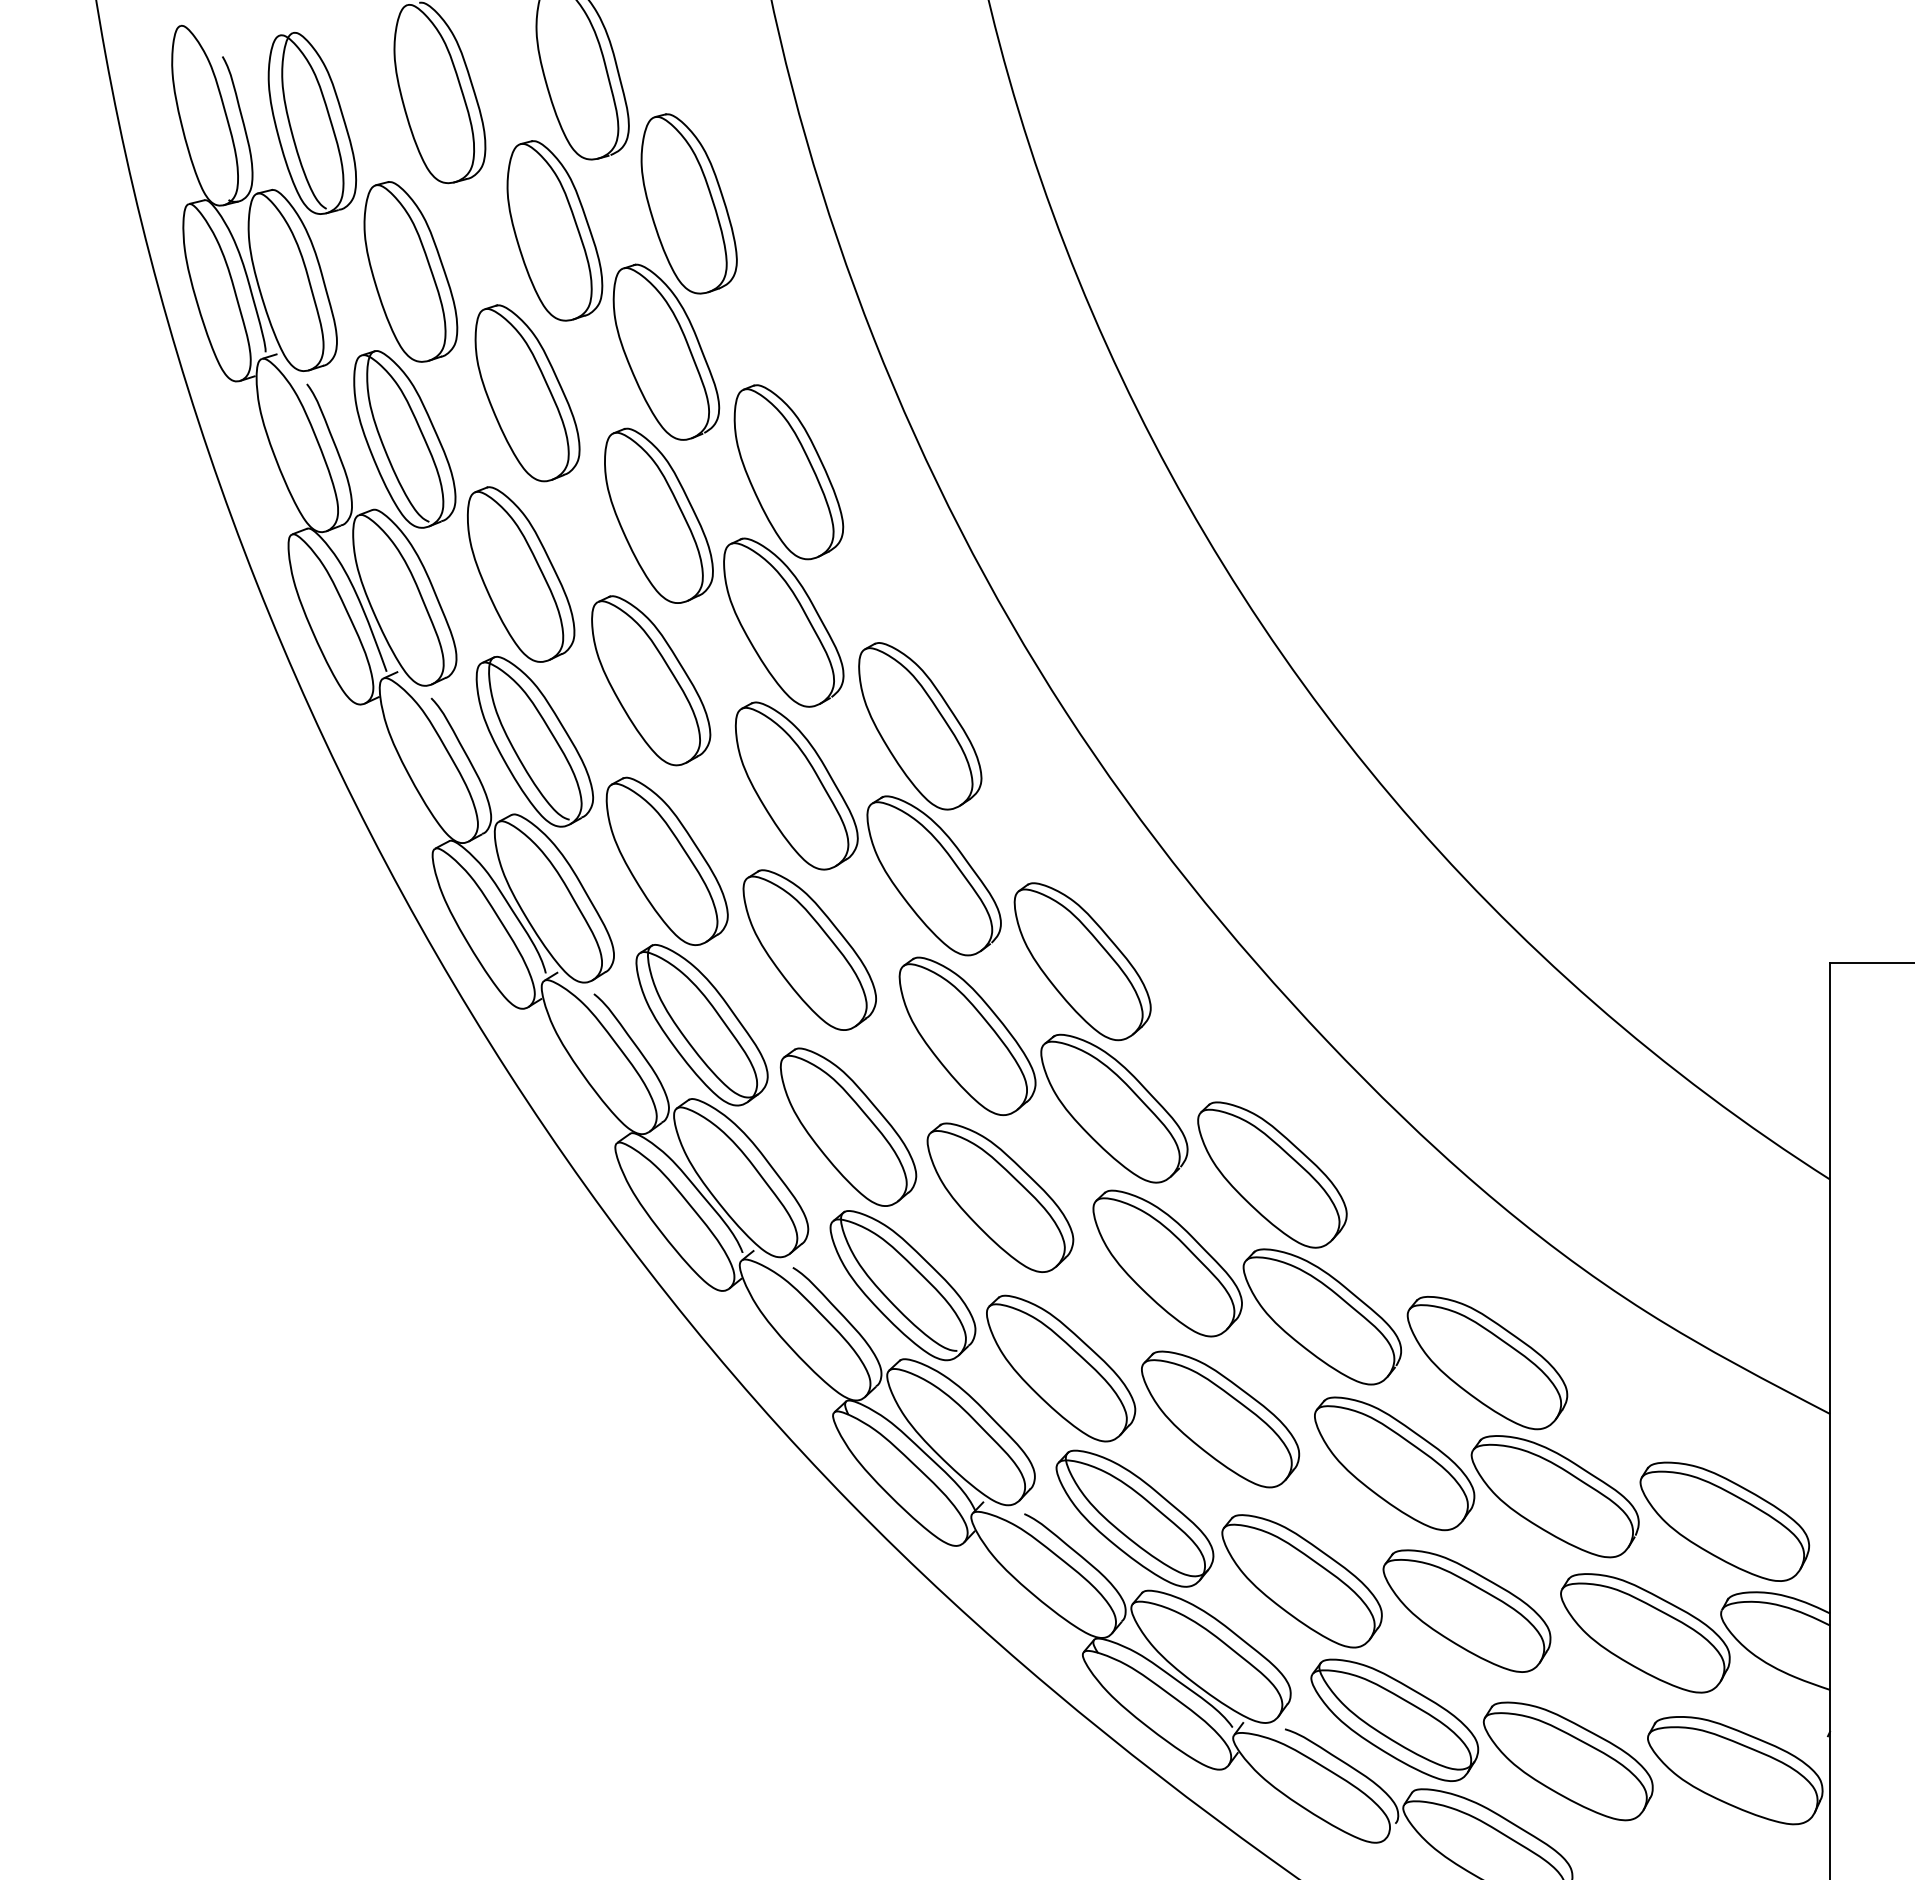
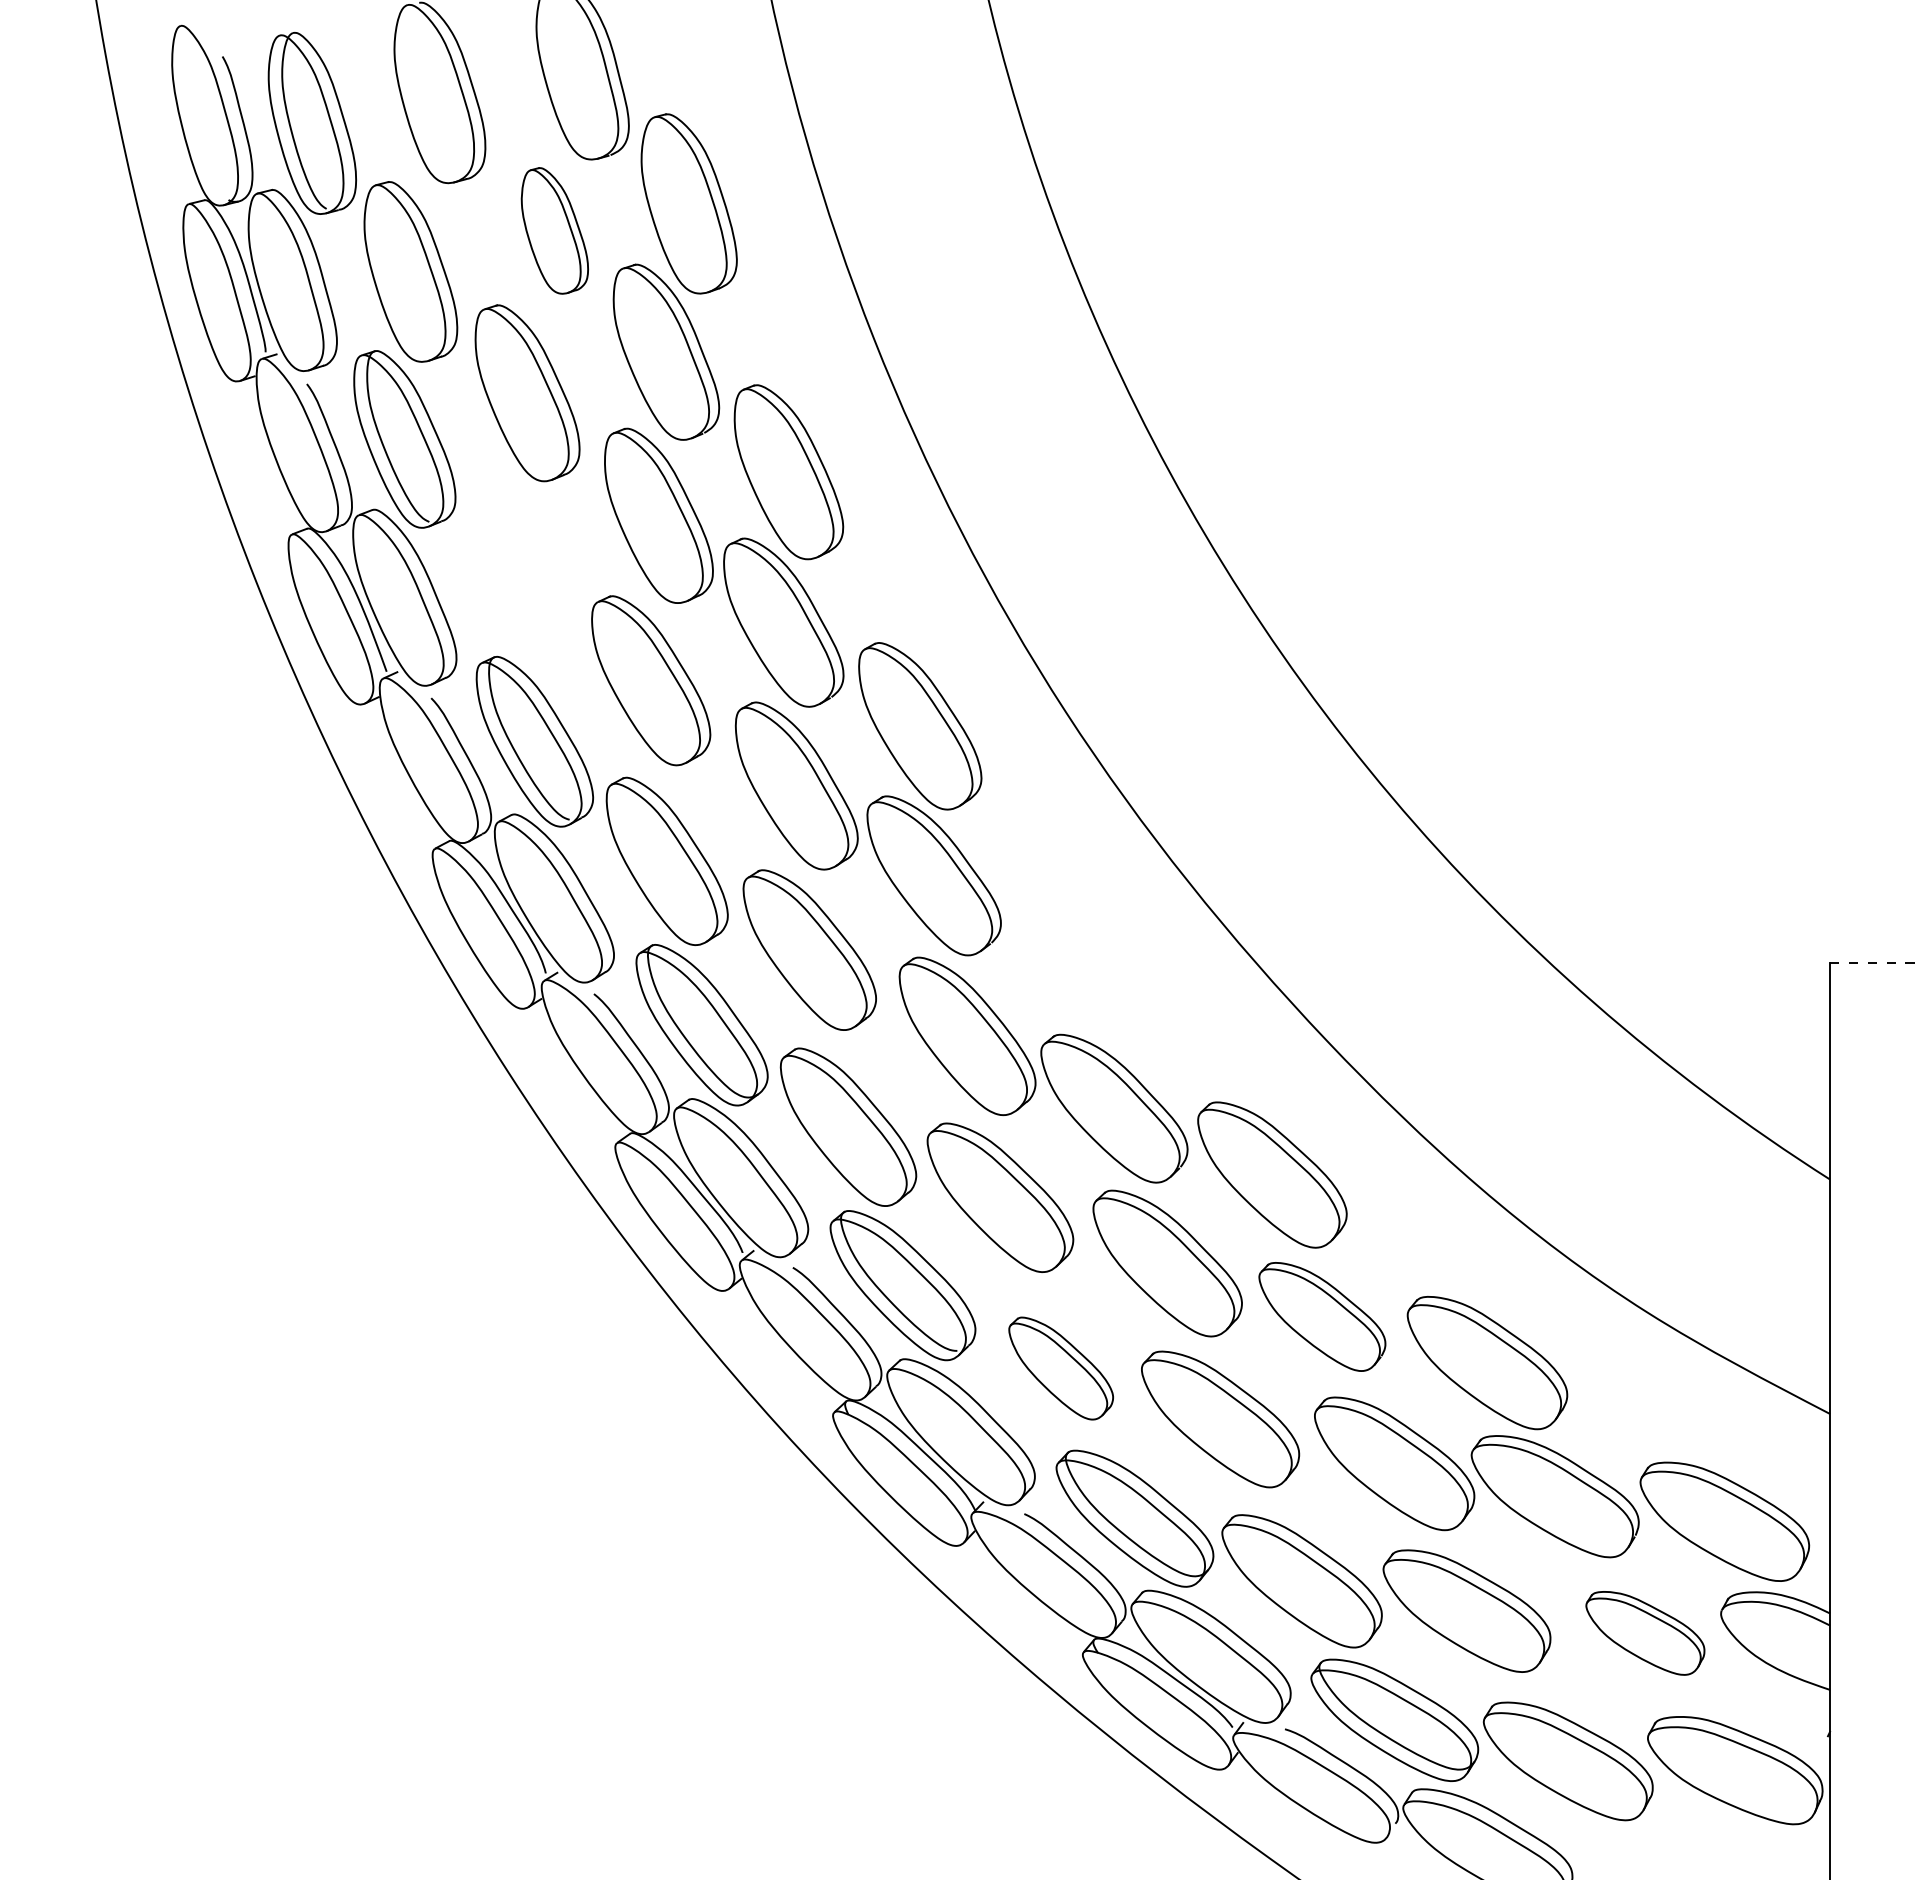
part at (554, 230) size: 98x182 px -> 69x128 px
part at (521, 574): present -> none
part at (1082, 961): present -> none
line at (1872, 963): solid -> dashed
part at (1322, 1316) size: 161x138 px -> 129x110 px
part at (1061, 1368) size: 151x149 px -> 106x105 px
part at (1645, 1633) size: 171x121 px -> 121x85 px
